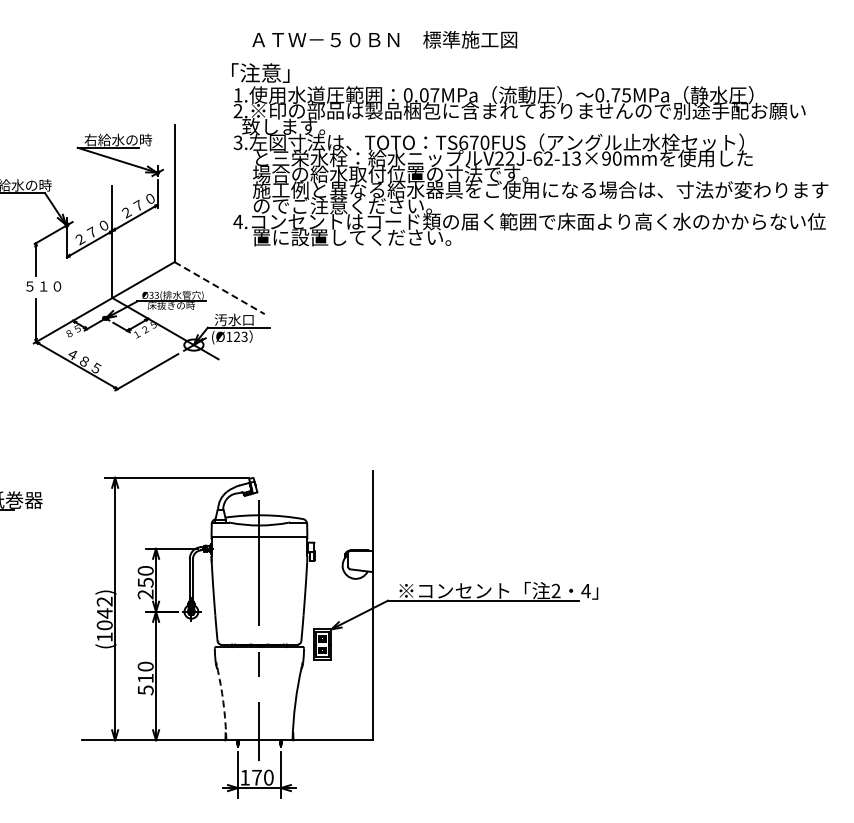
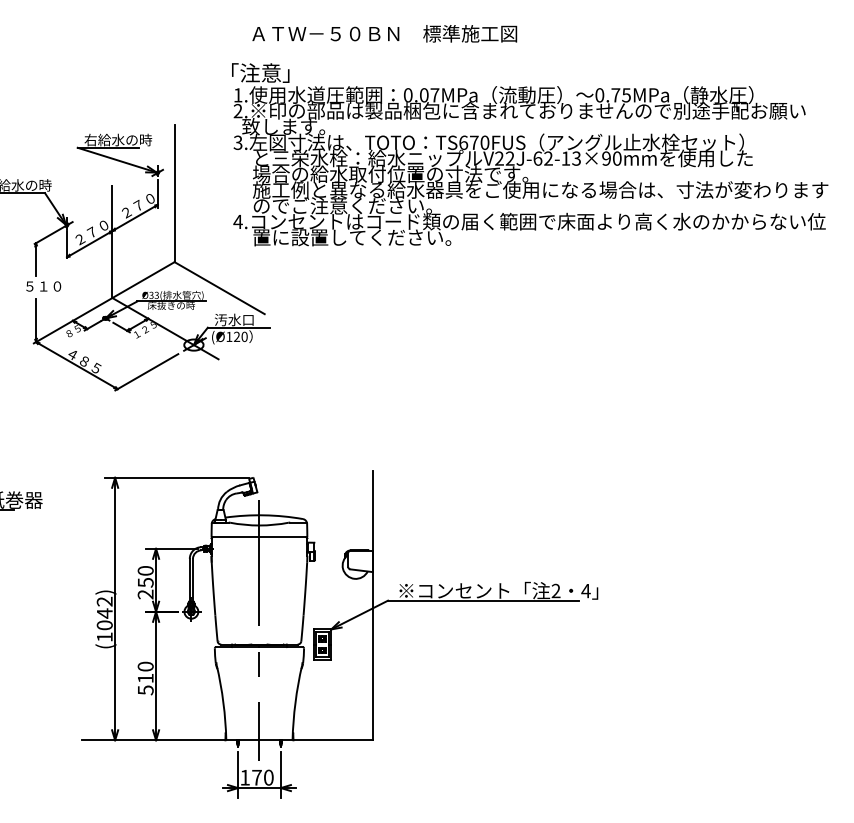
text at (384, 39) position: (384, 39) -> (384, 33)
line at (220, 288): dashed -> solid
text at (244, 336): (Ø123 -> (Ø120
arc at (223, 702): dashed -> solid
